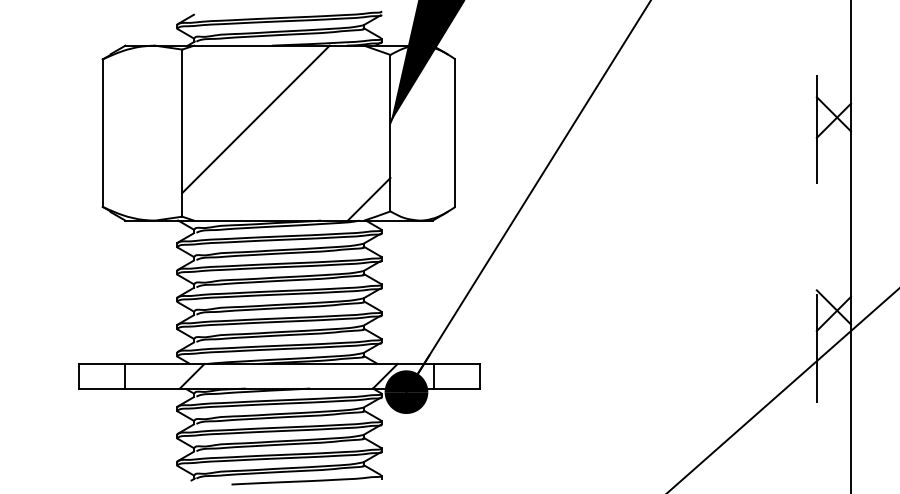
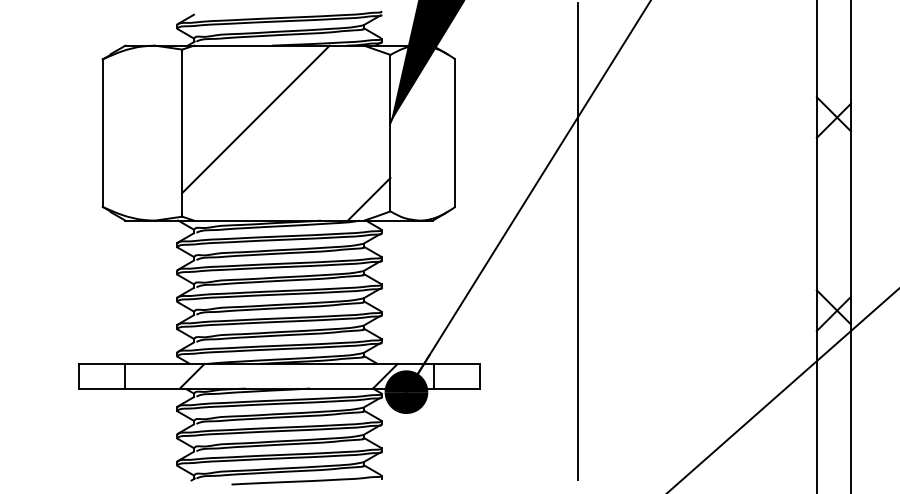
line at (577, 241): none -> present
line at (816, 247): dashed -> solid
